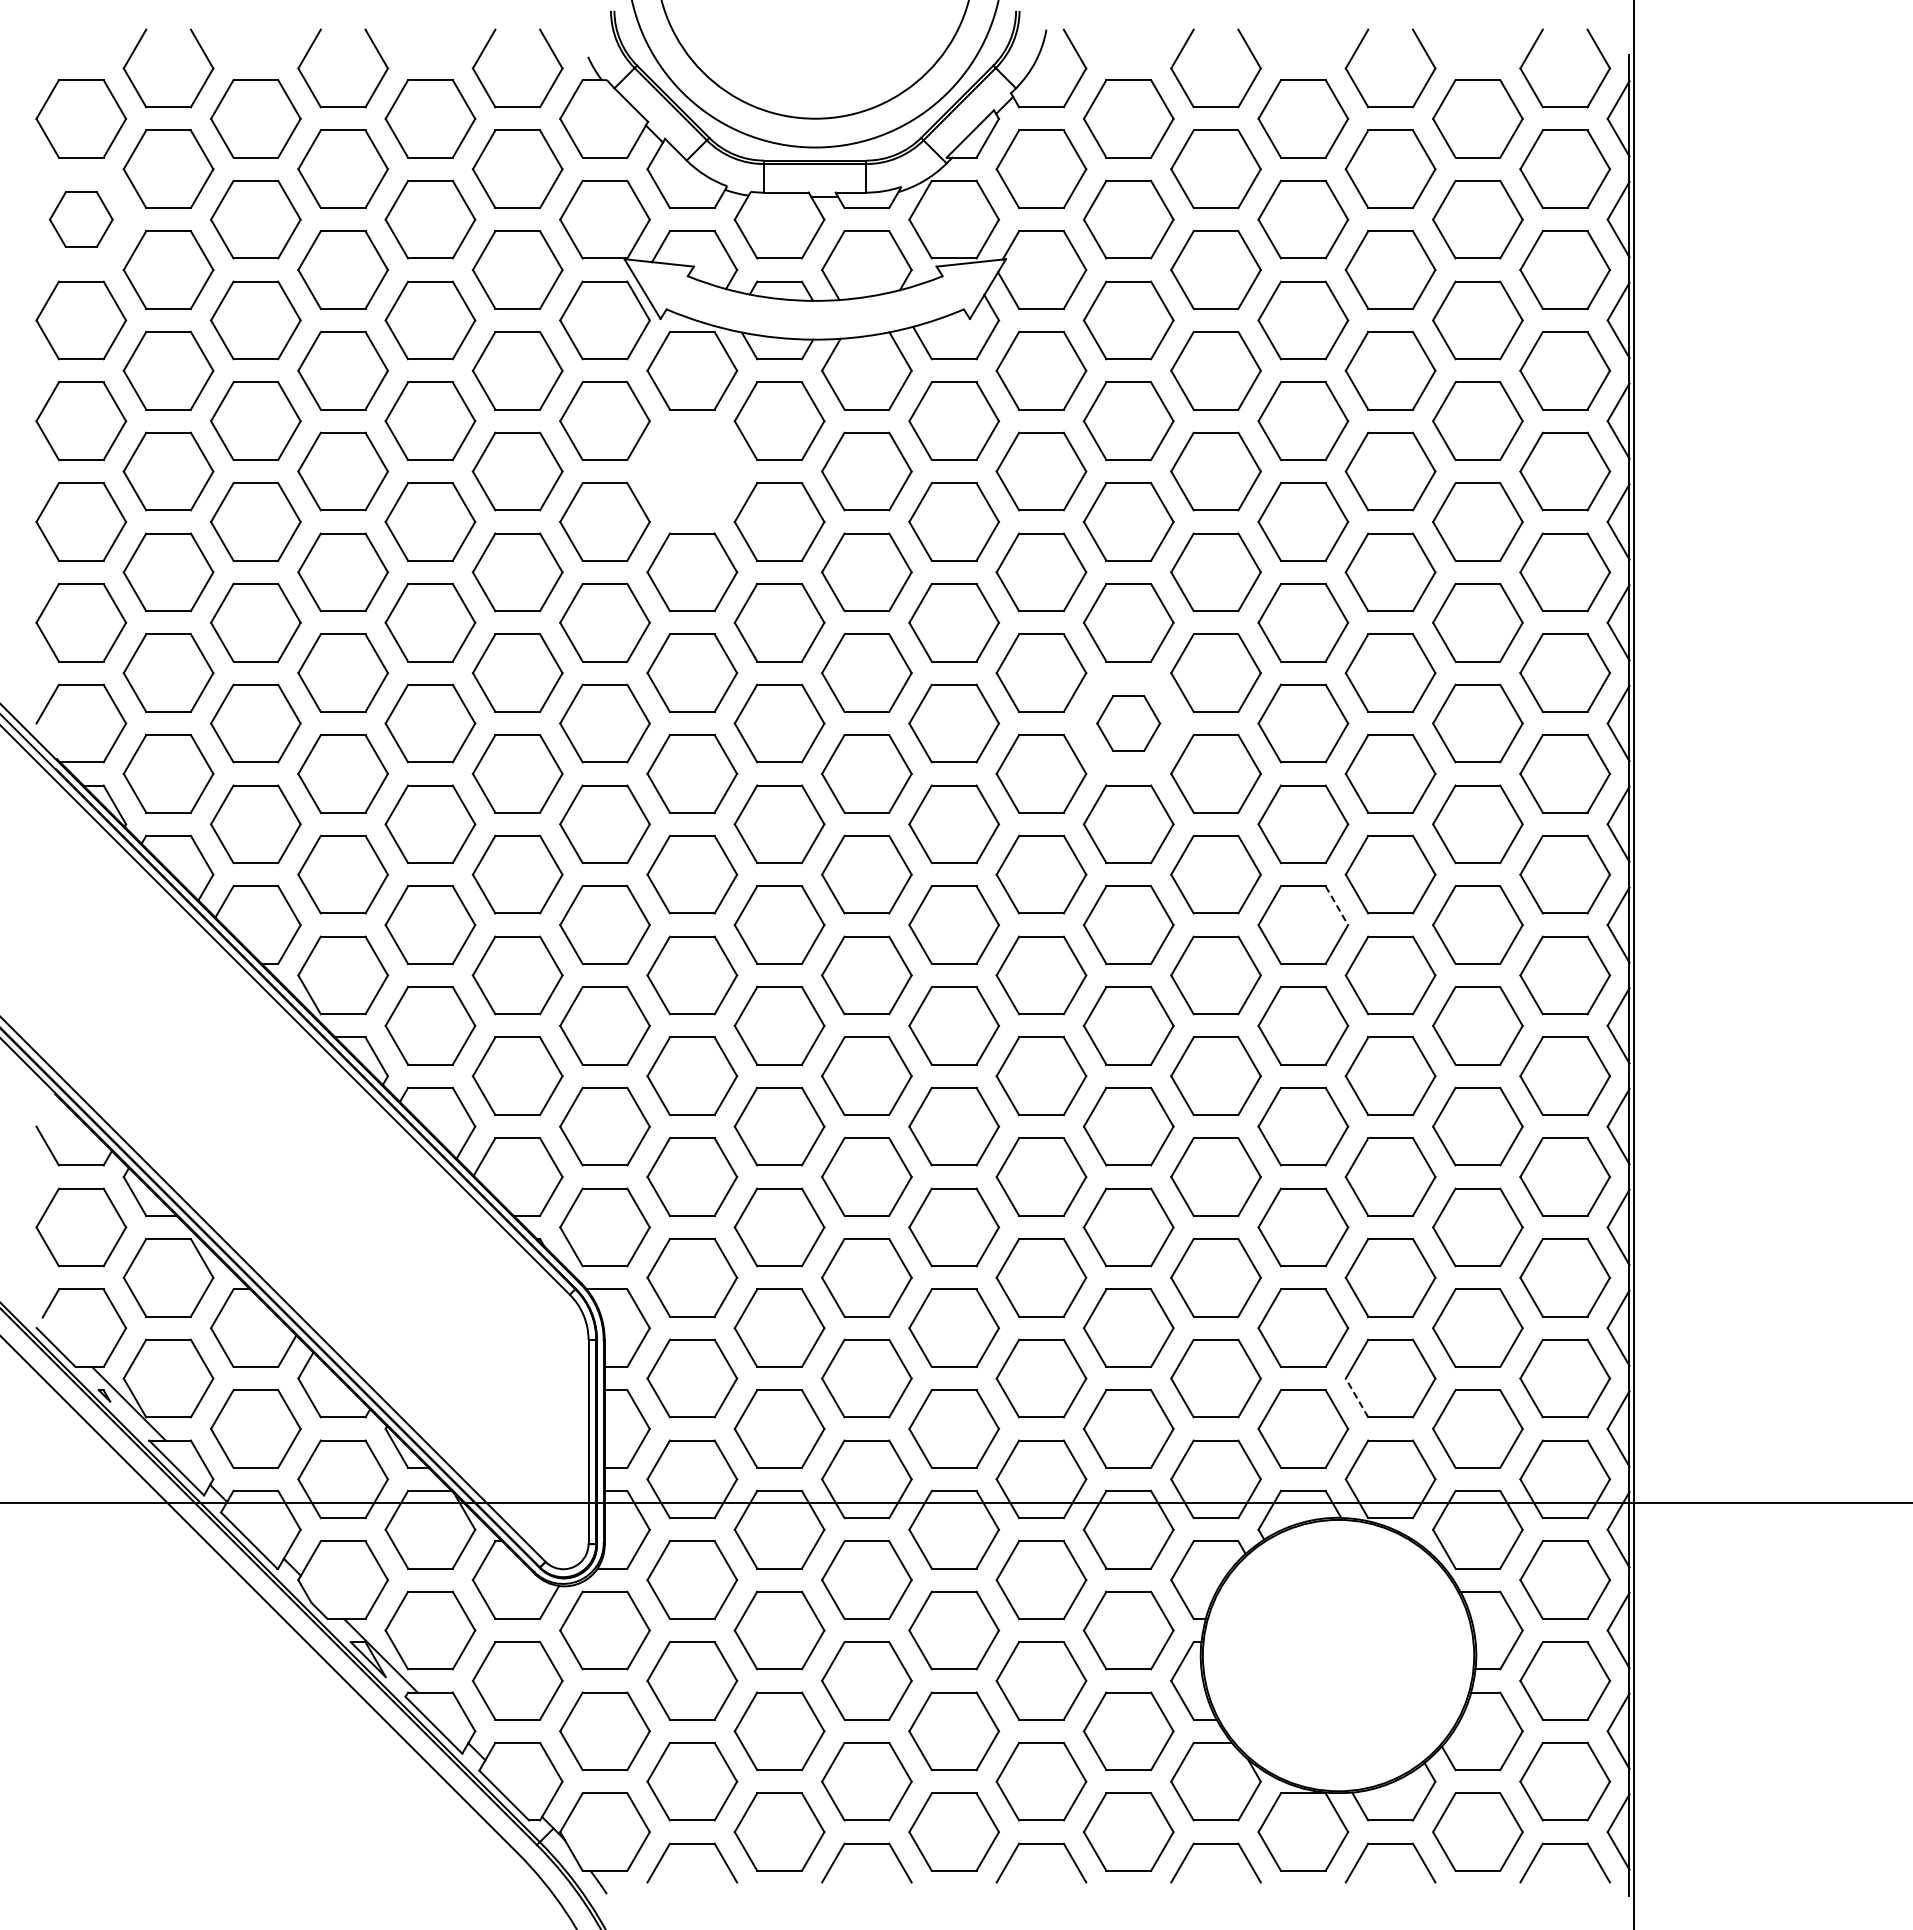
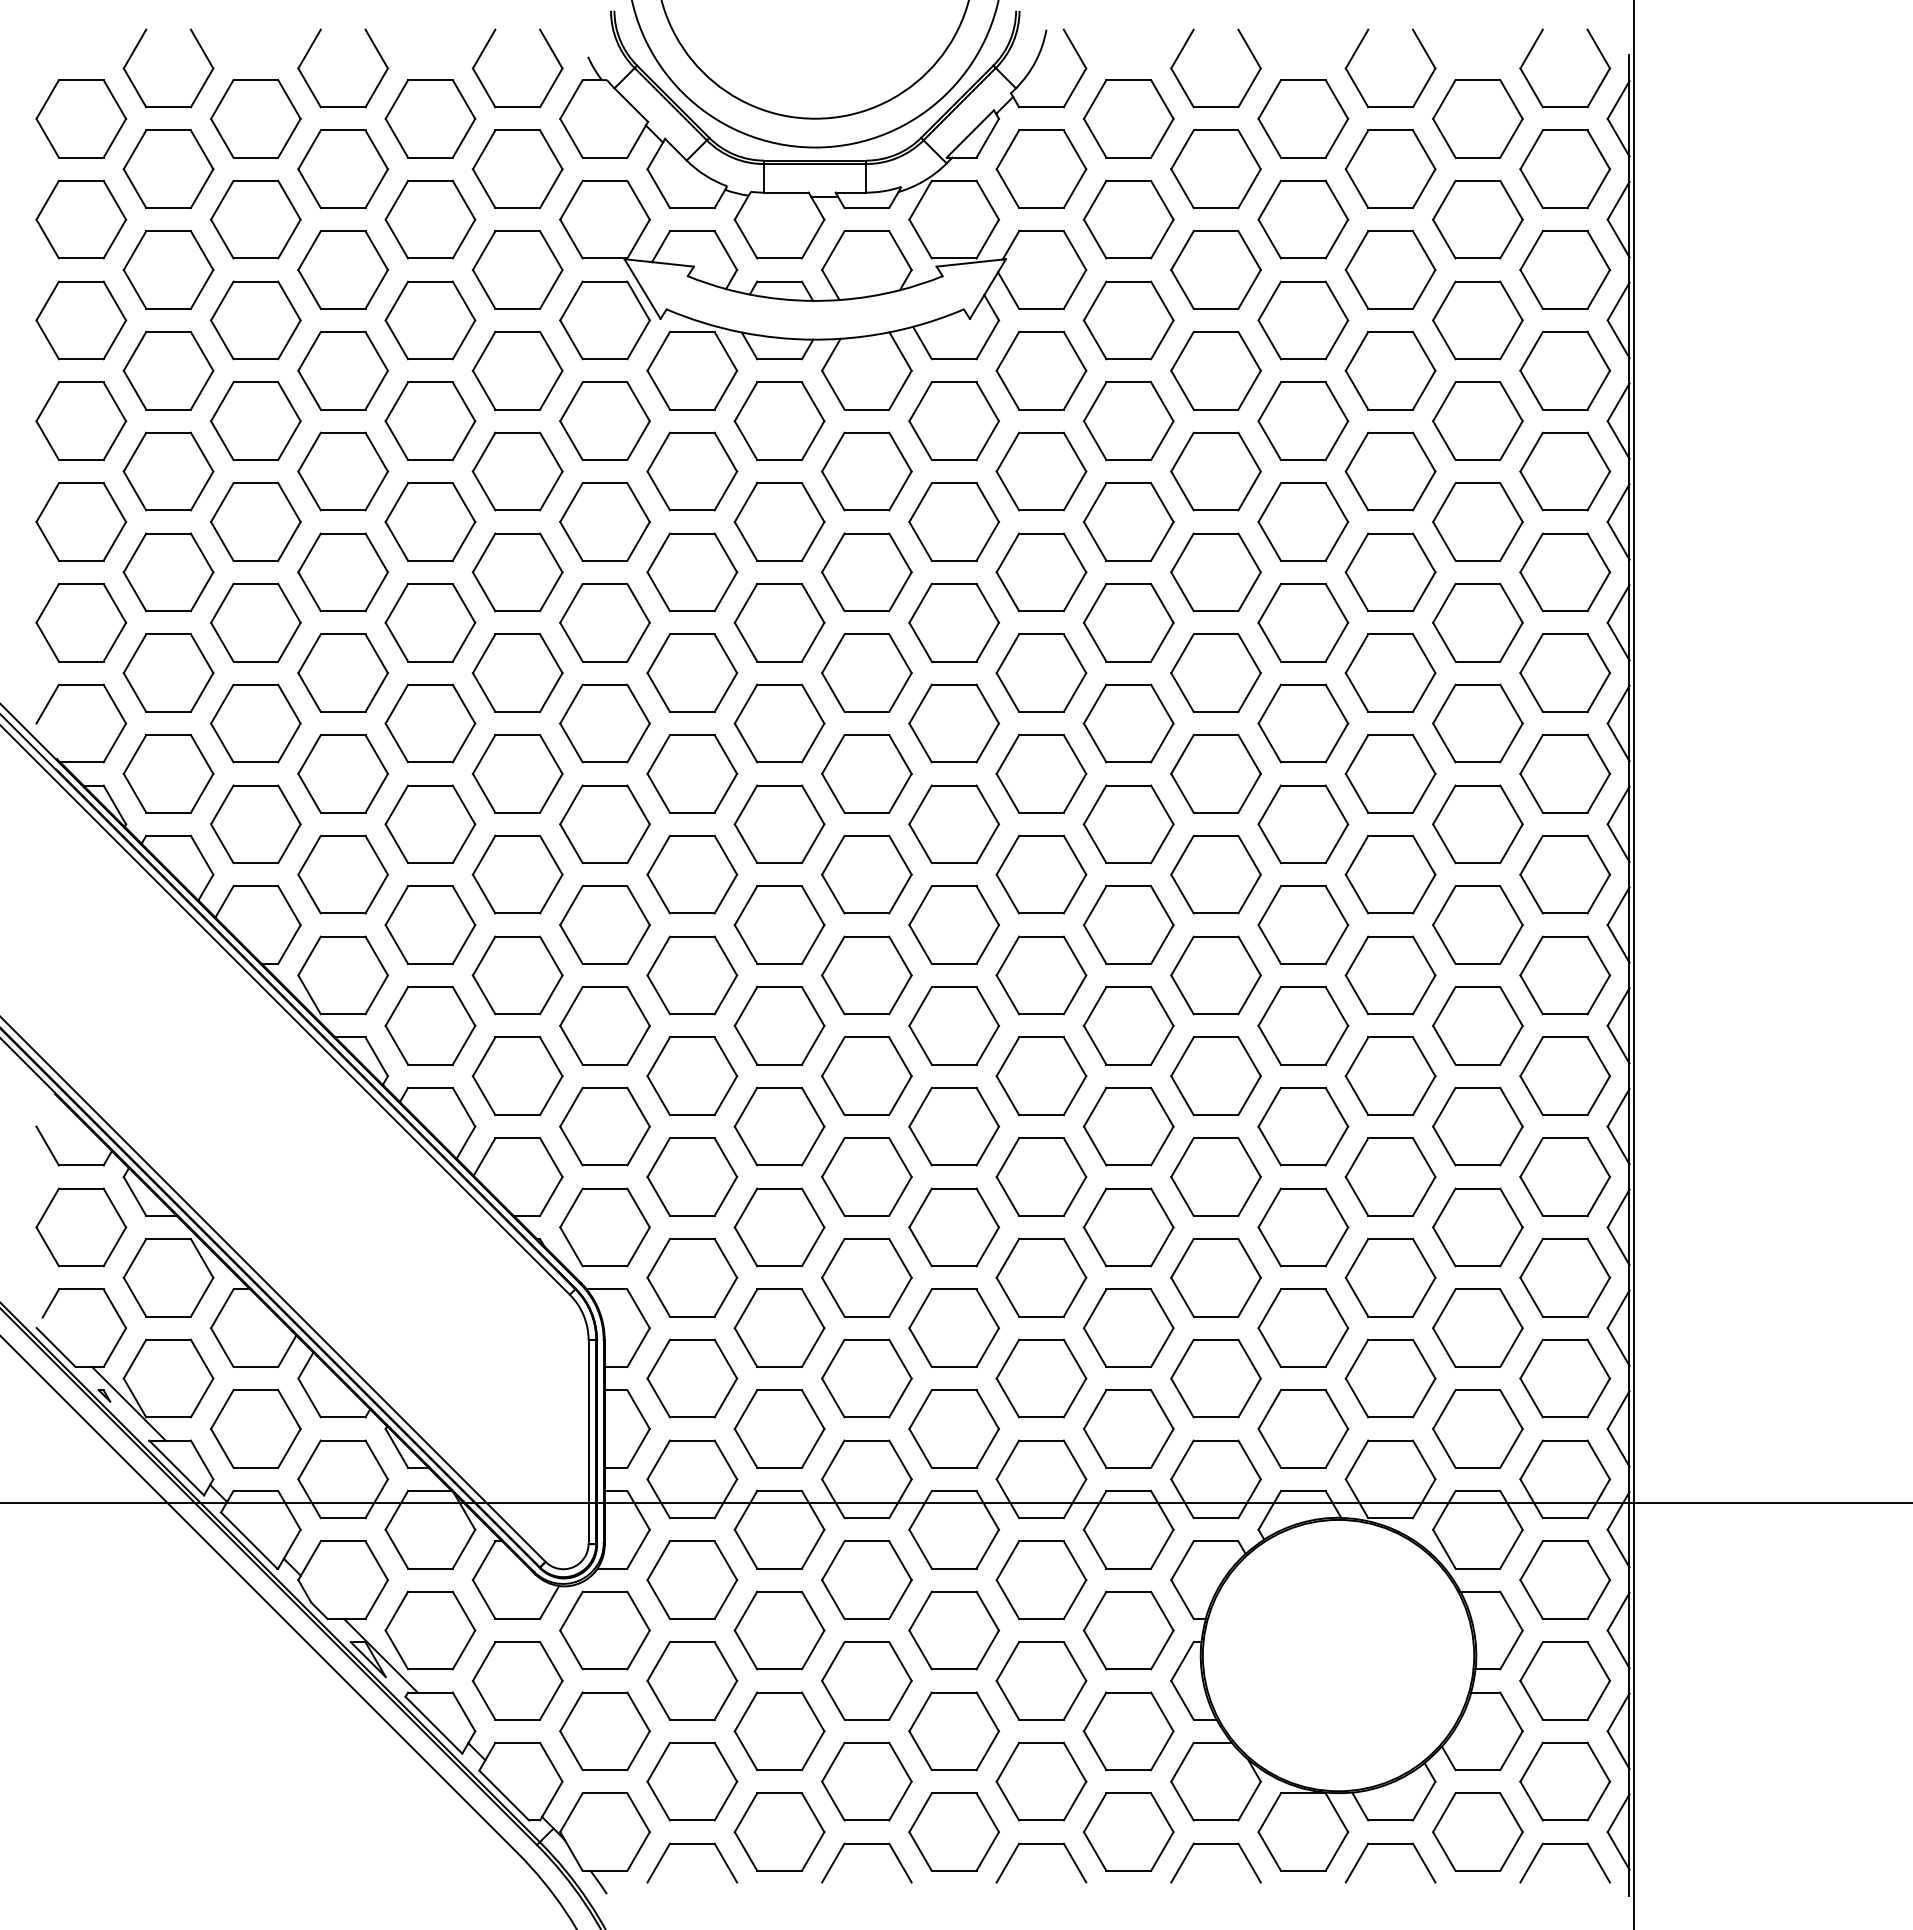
part at (80, 219) size: 66x57 px -> 93x81 px
part at (692, 471): none -> present
part at (1128, 723) size: 66x57 px -> 93x81 px
line at (1337, 906): dashed -> solid
line at (1356, 1397): dashed -> solid
